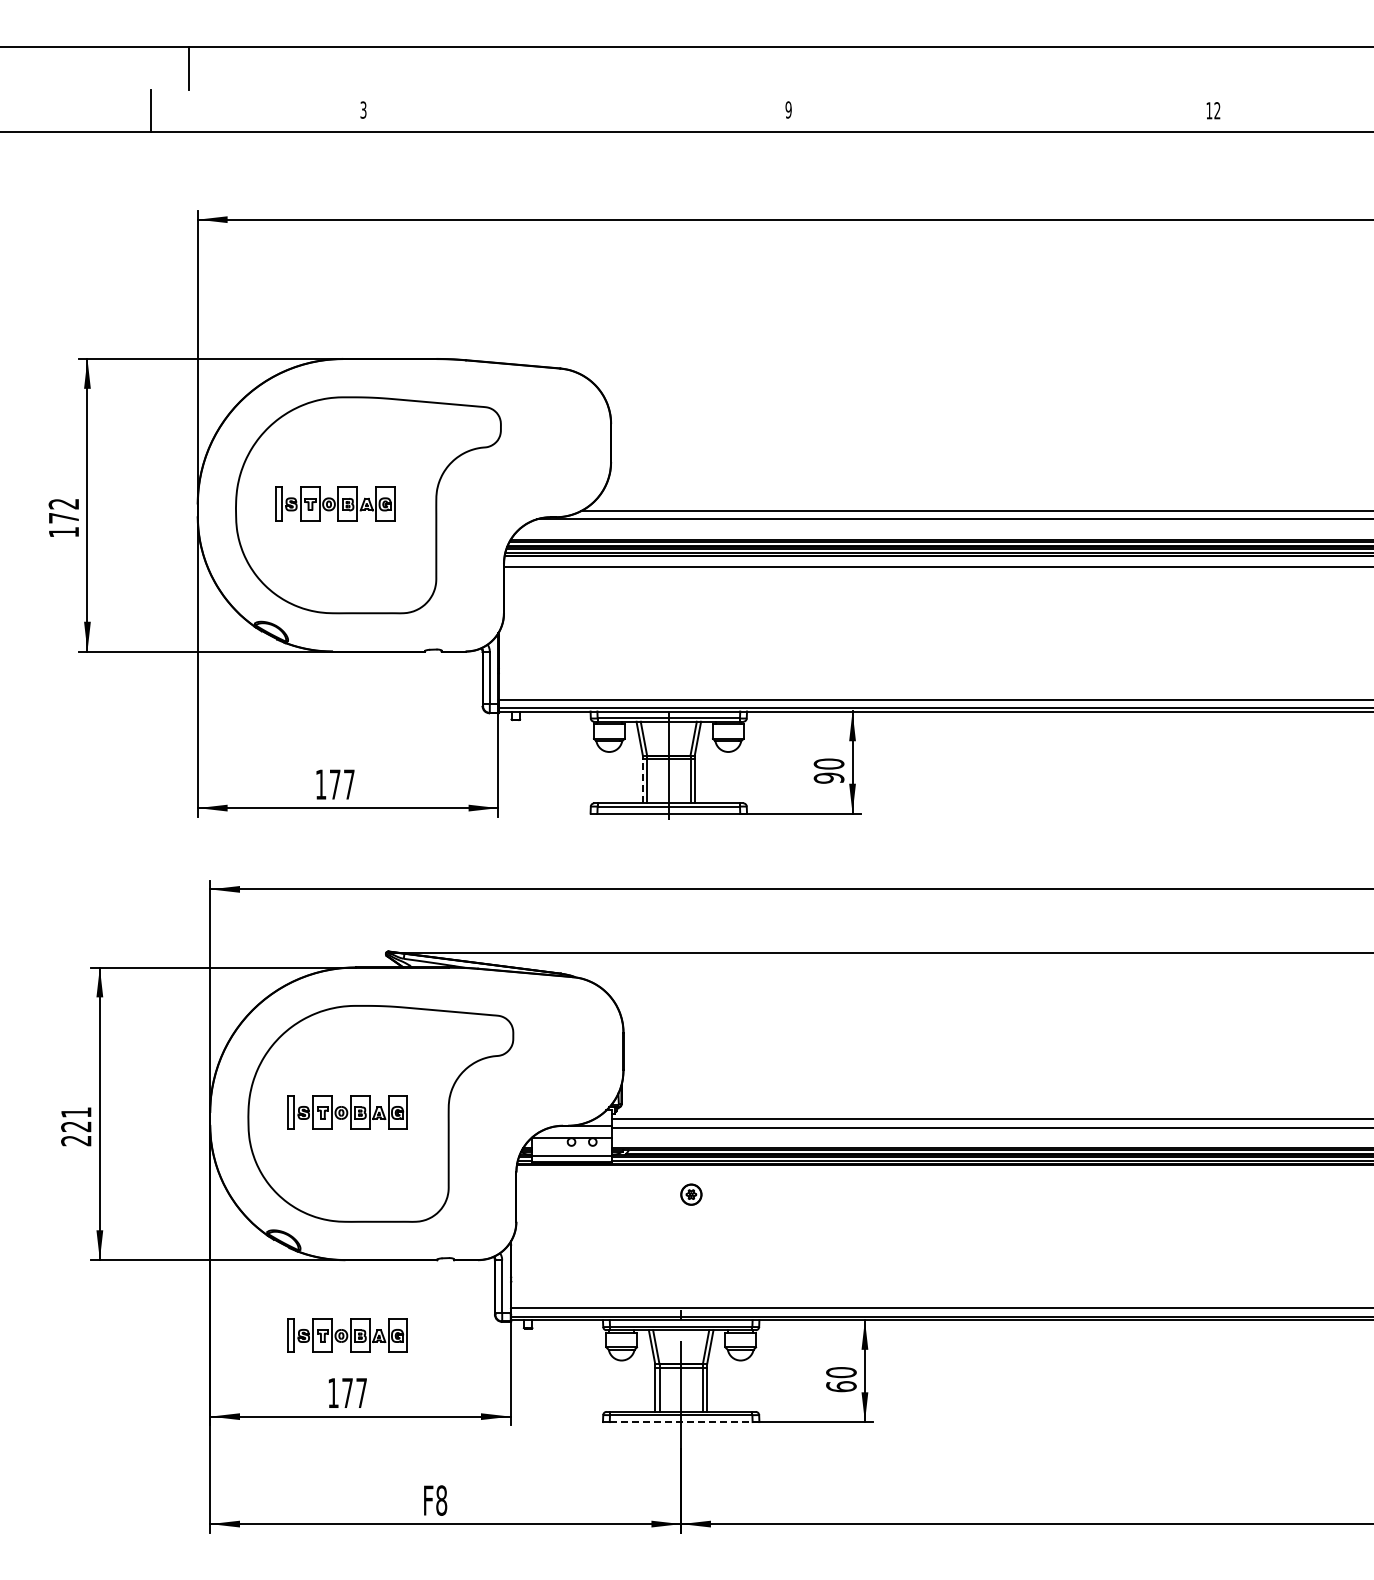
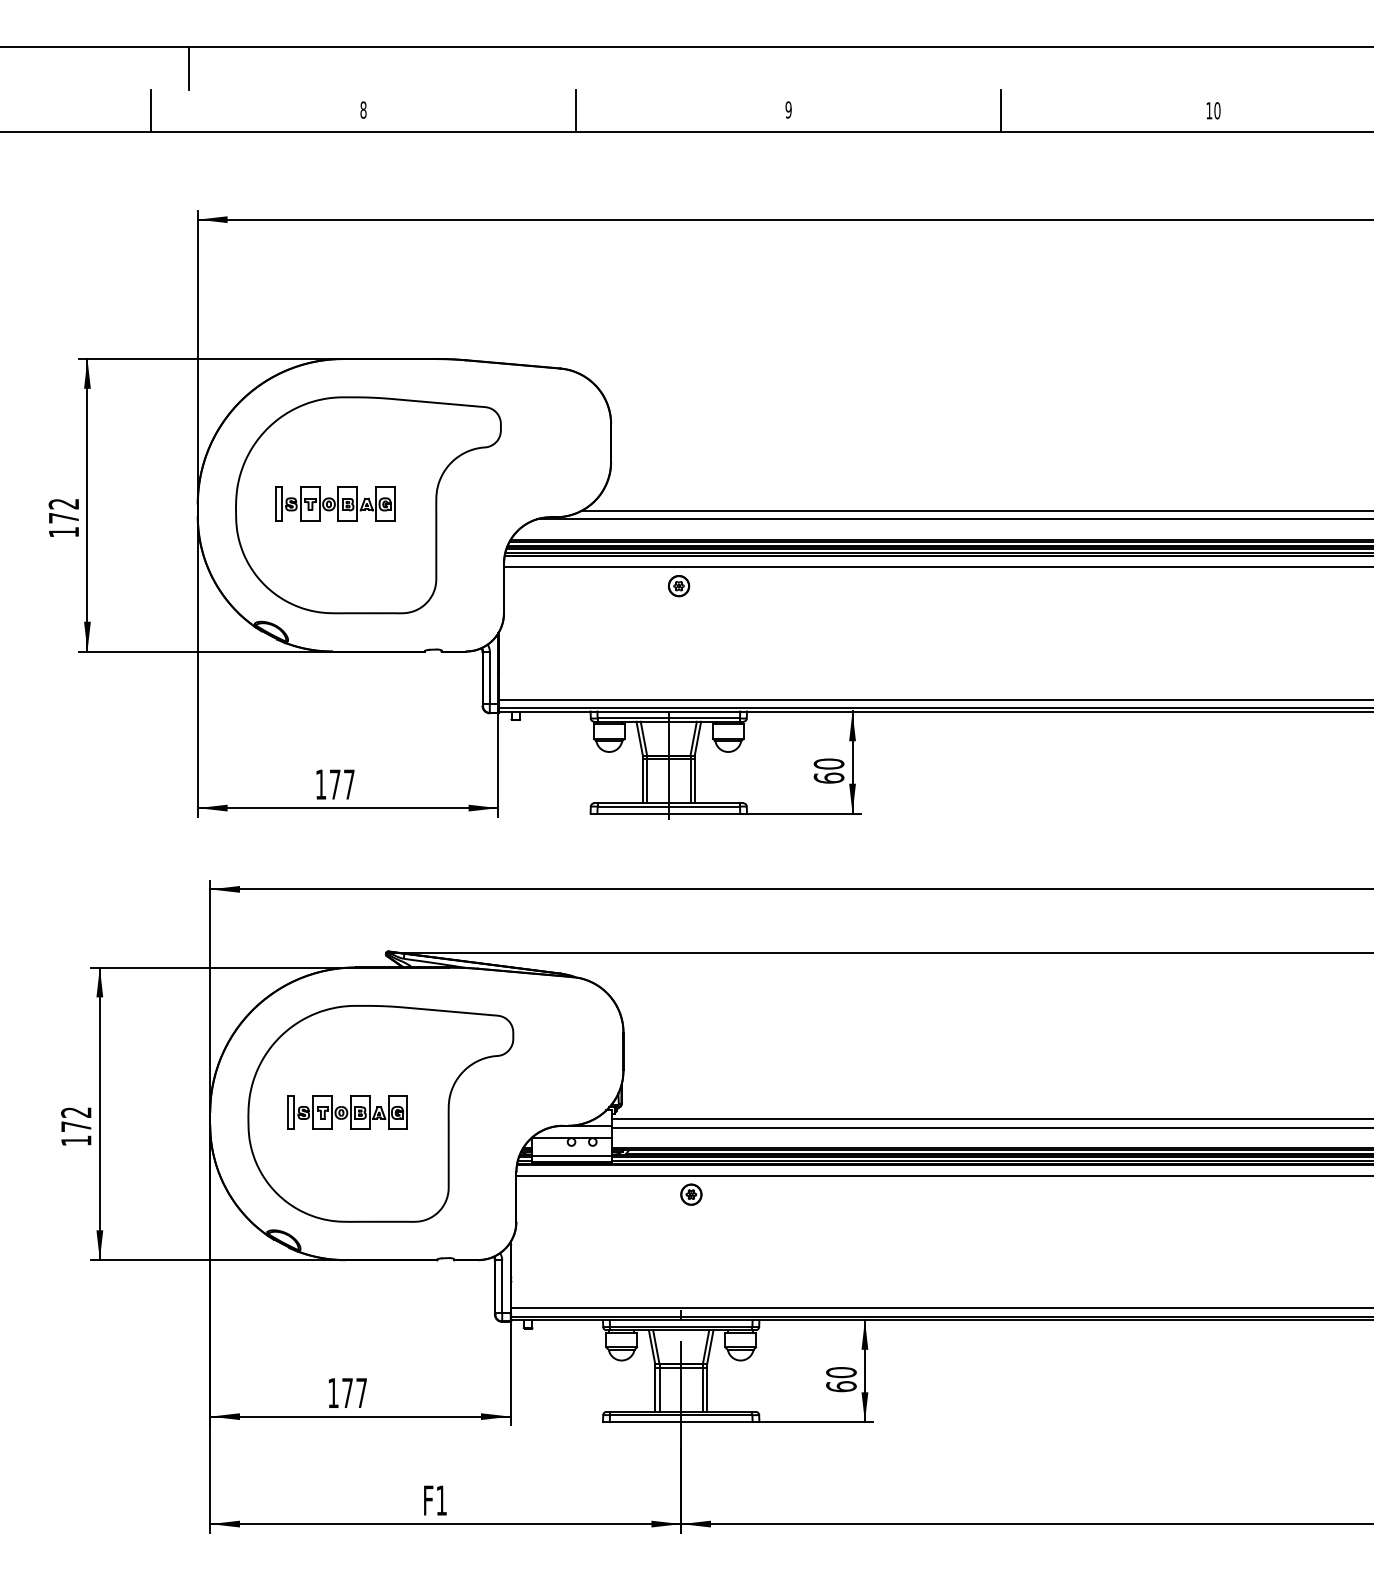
text at (363, 109): 3 -> 8
line at (575, 110): none -> present
line at (1000, 110): none -> present
text at (1217, 110): 12 -> 10
part at (678, 586): none -> present
text at (828, 777): 90 -> 60
line at (642, 780): dashed -> solid
text at (76, 1126): 221 -> 172
line at (943, 1175): none -> present
part at (347, 1335): present -> none
line at (681, 1422): dashed -> solid
text at (441, 1500): F8 -> F1
